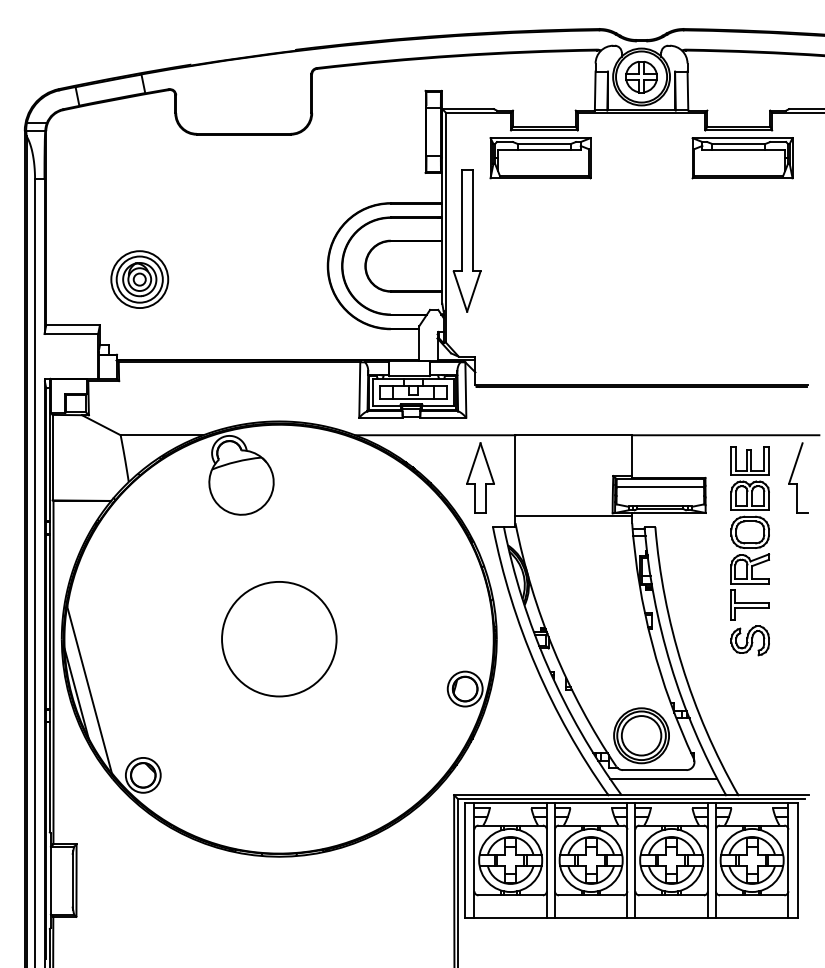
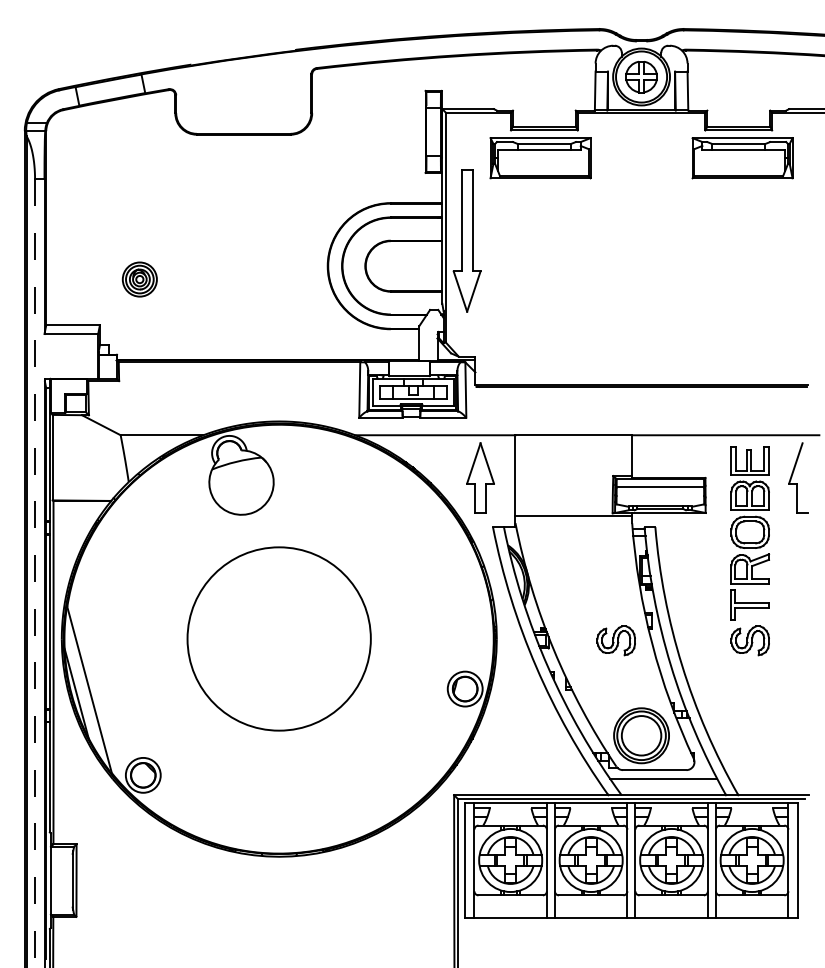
part at (139, 279) size: 60x59 px -> 37x37 px
line at (35, 574): solid -> dashed
circle at (279, 639) size: 117x117 px -> 186x186 px
part at (615, 640): none -> present
